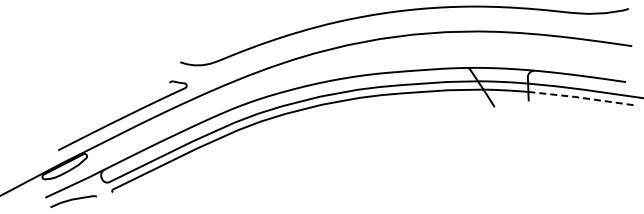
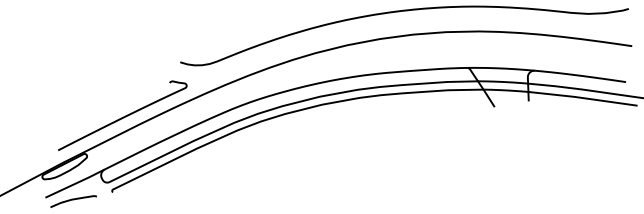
line at (582, 98): dashed -> solid
